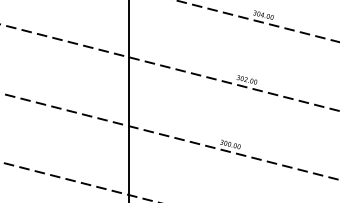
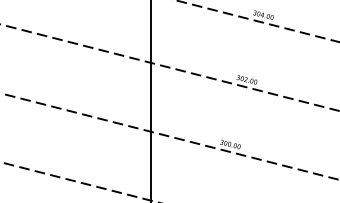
line at (129, 100) position: (129, 100) -> (151, 100)
